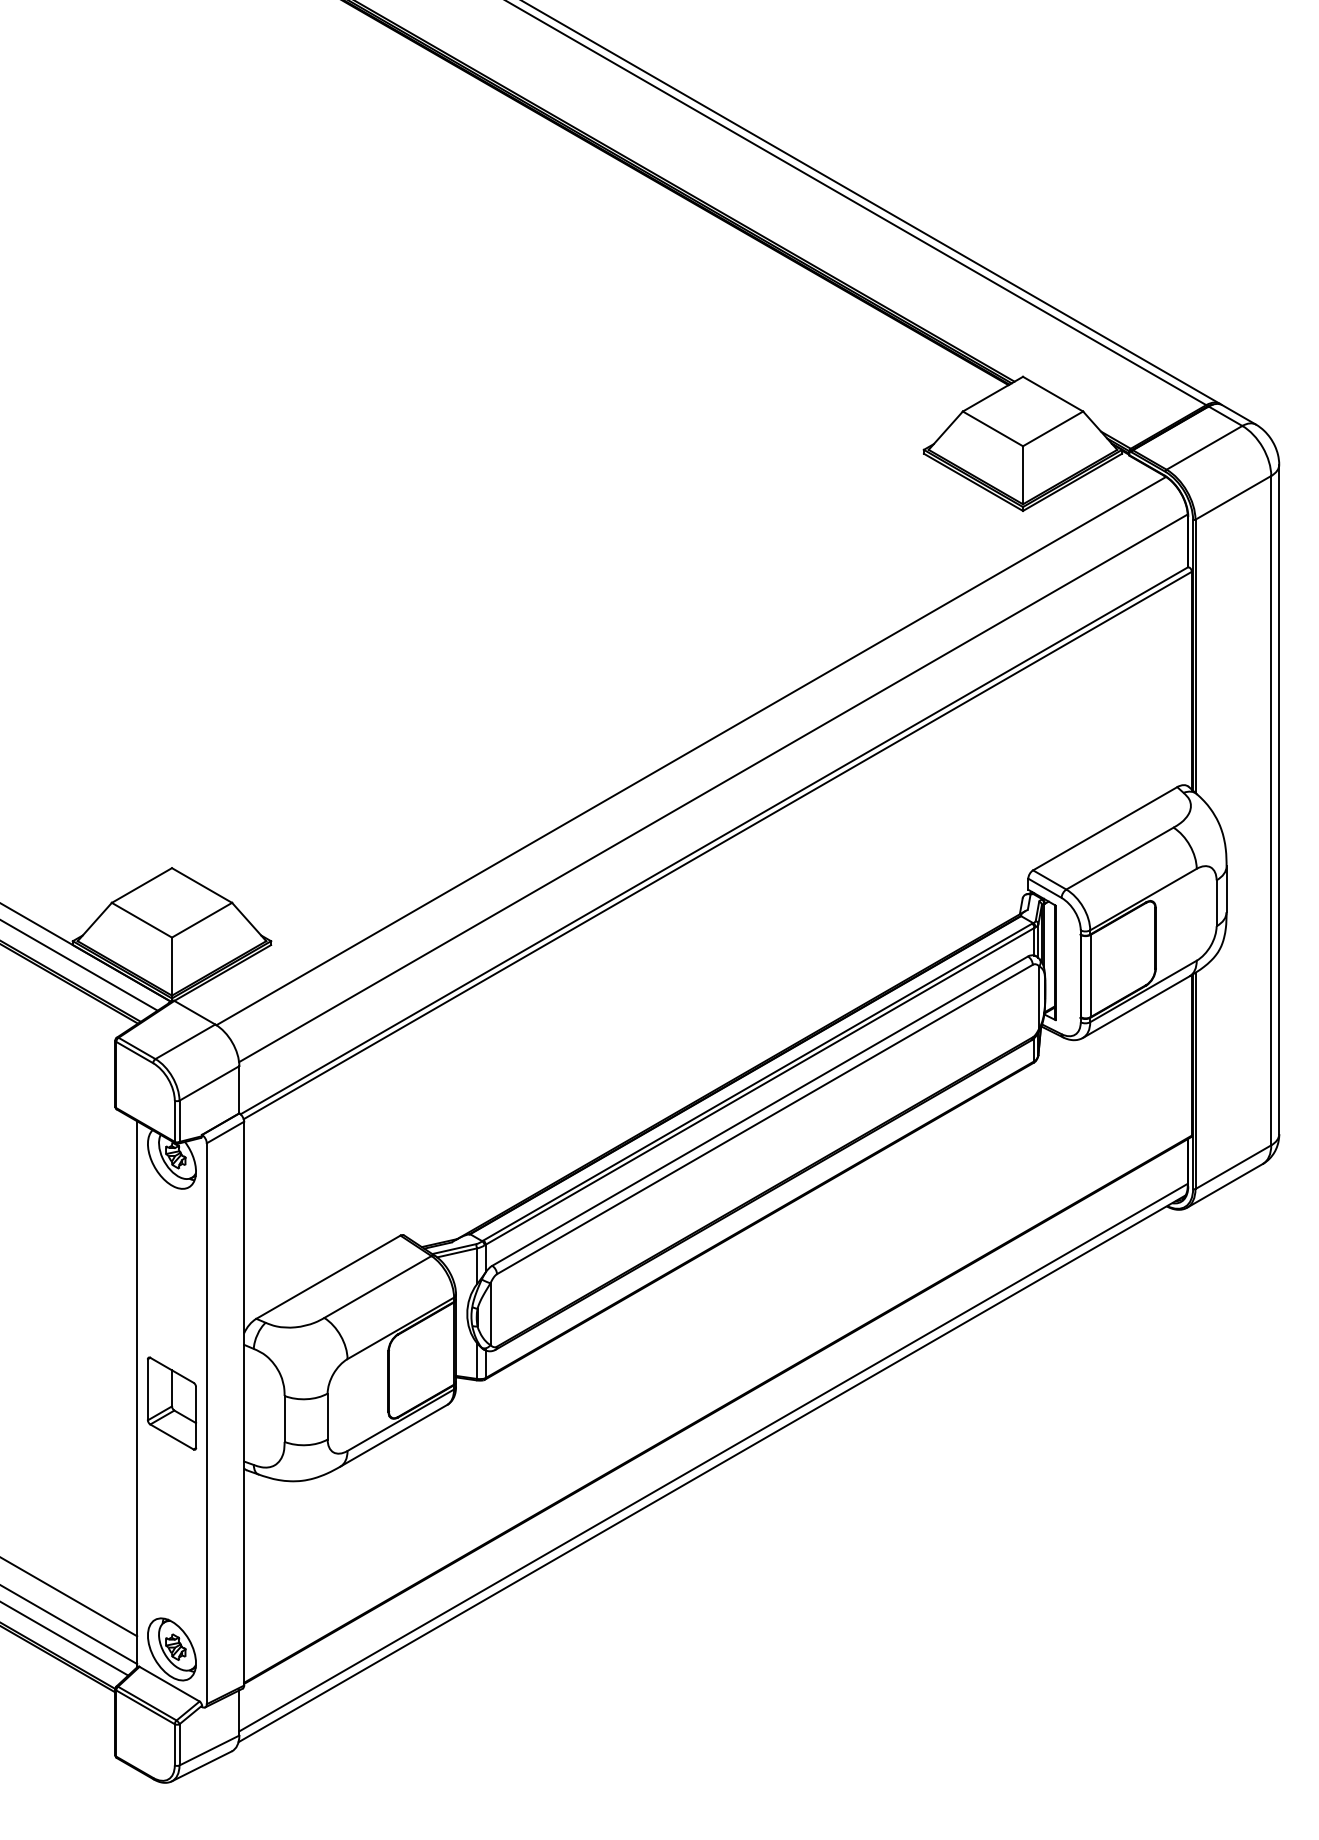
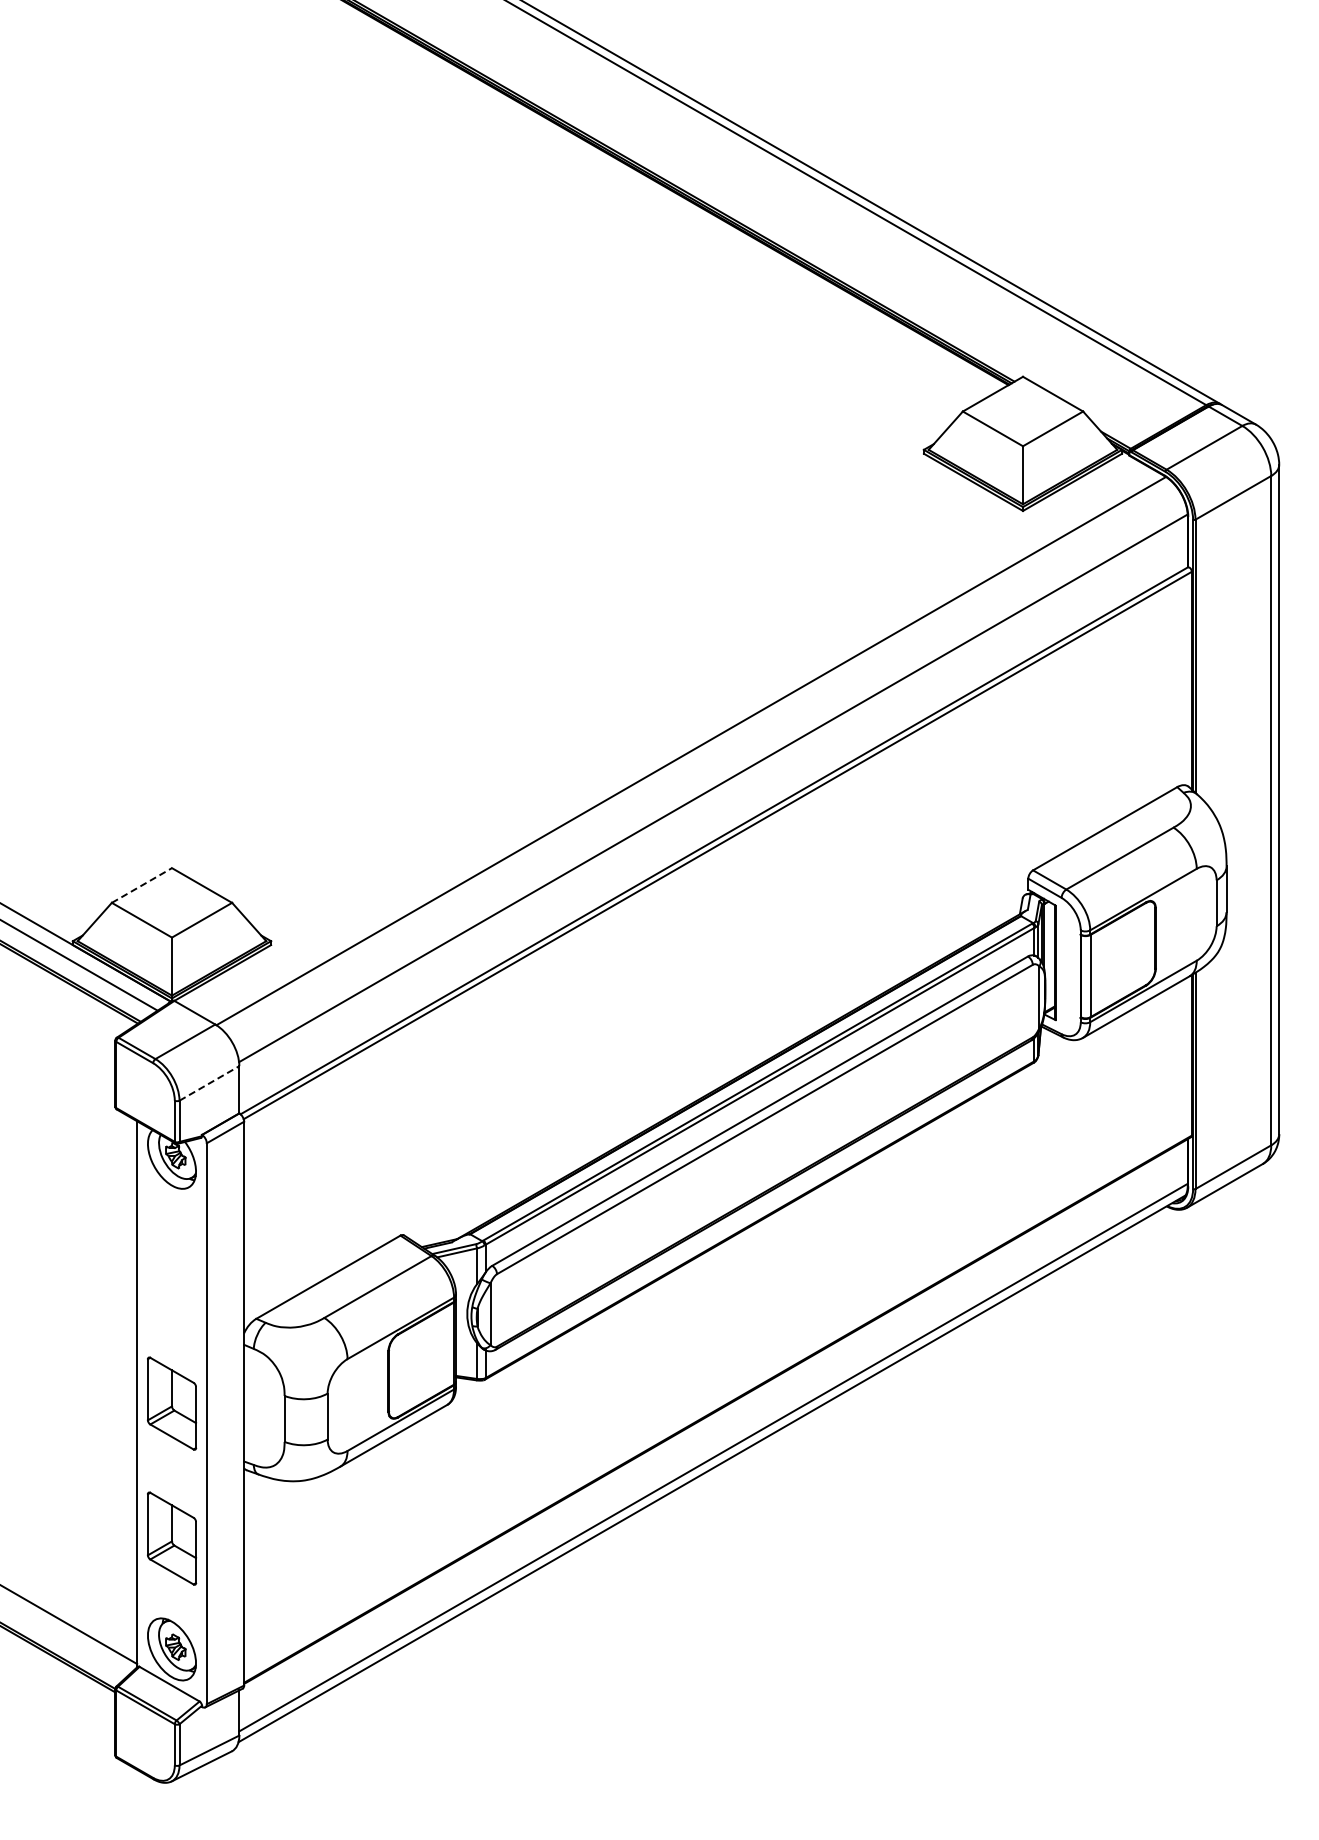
line at (141, 885): solid -> dashed
line at (209, 1083): solid -> dashed
part at (172, 1538): none -> present
line at (69, 1597): present -> none
line at (65, 1639): present -> none
